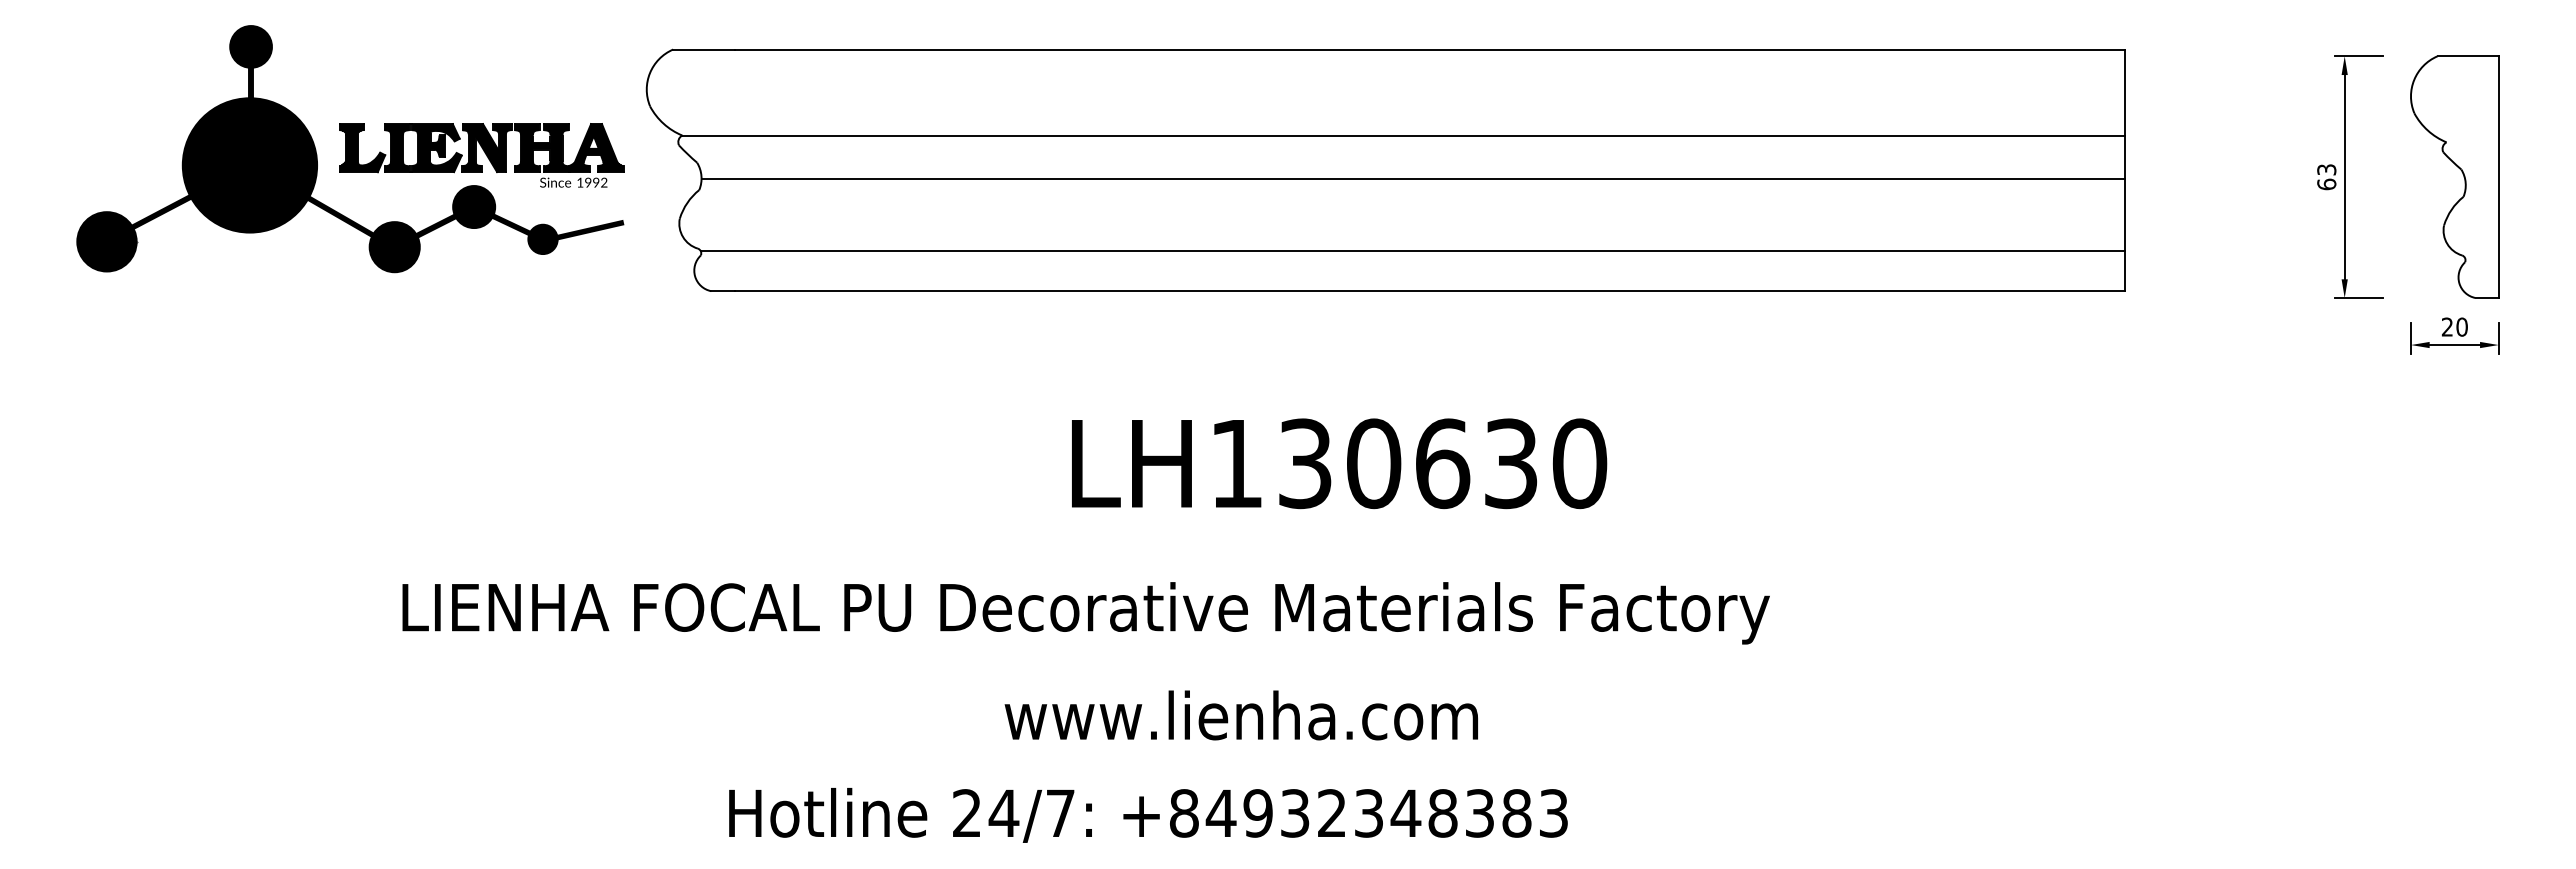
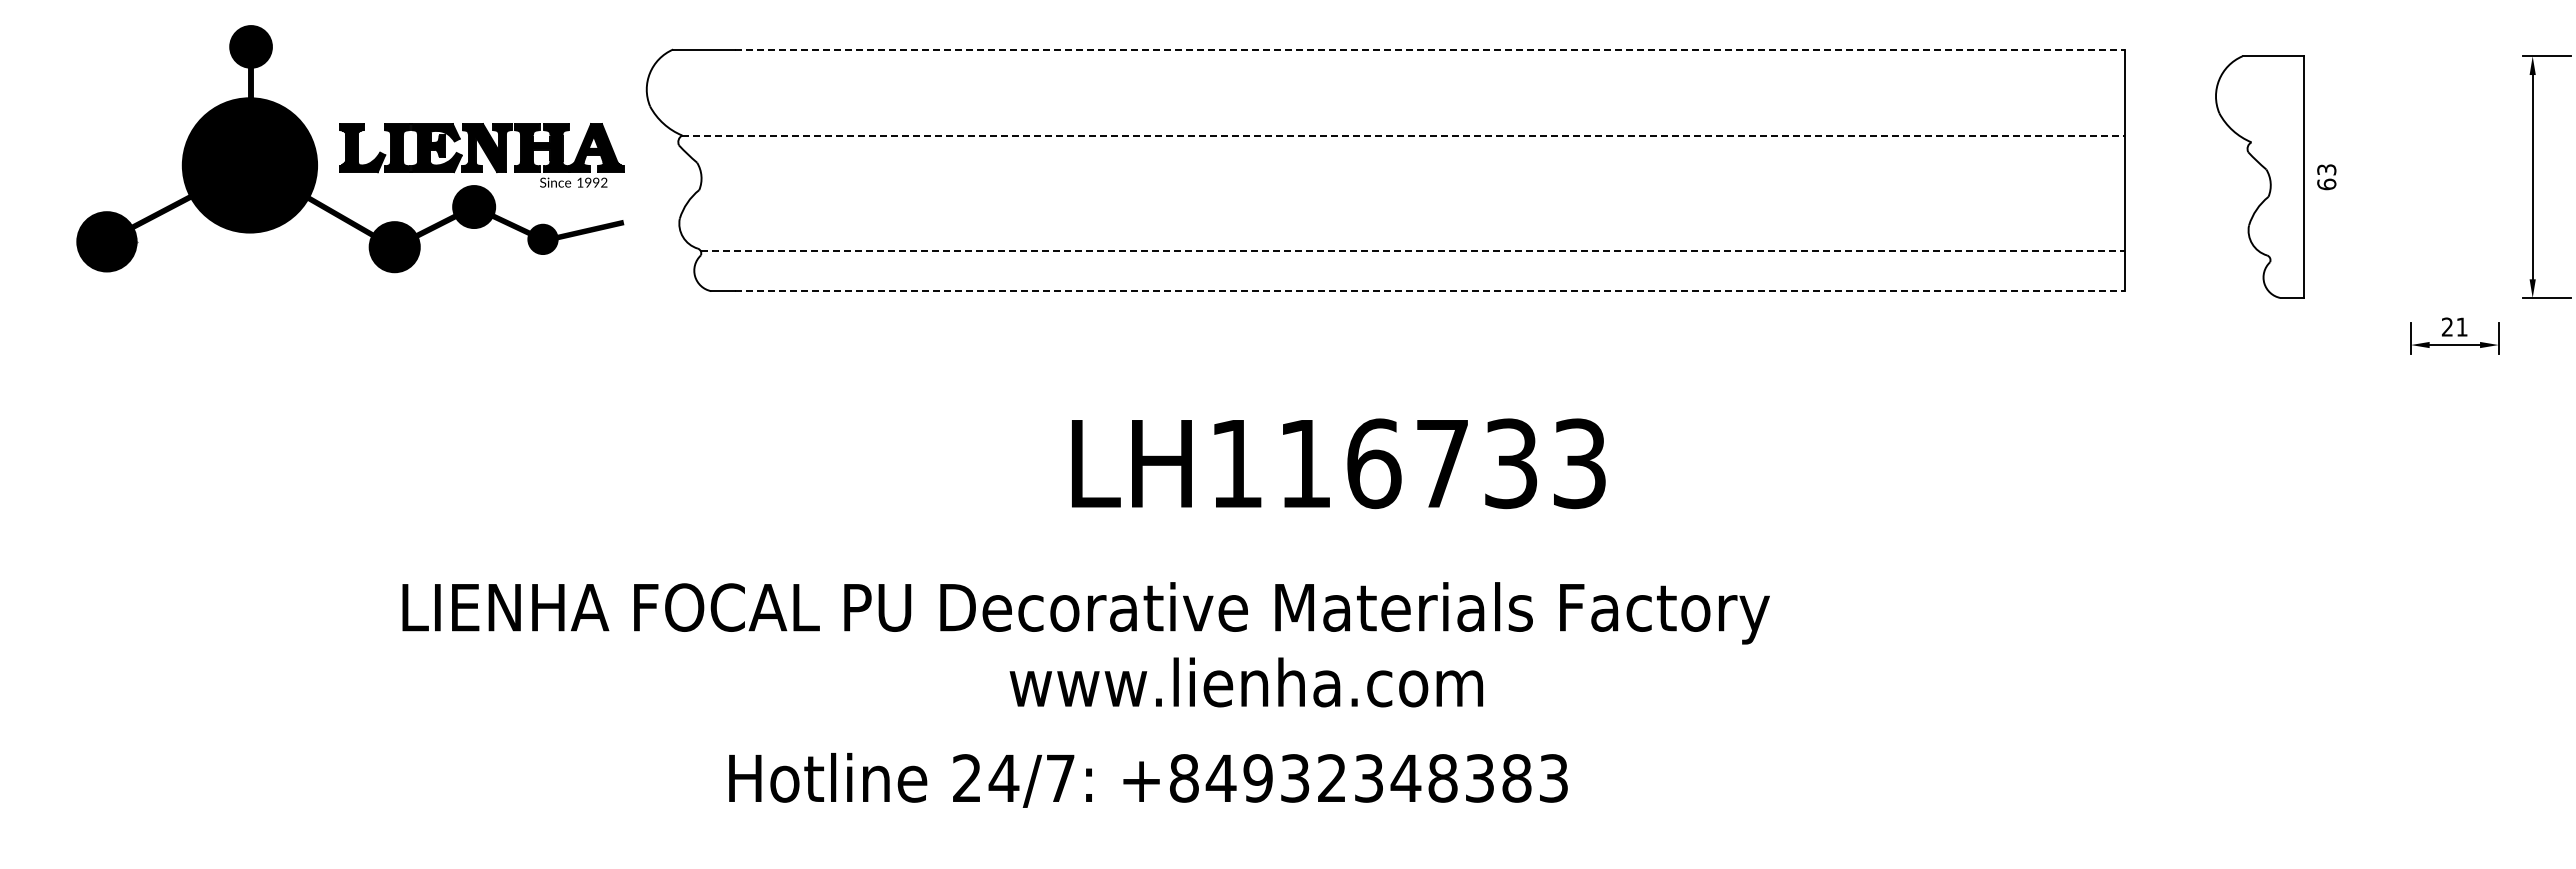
line at (1430, 49): solid -> dashed
line at (1403, 135): solid -> dashed
part at (2461, 172) position: (2461, 172) -> (2266, 172)
part at (2345, 176) position: (2345, 176) -> (2533, 176)
line at (1413, 178): present -> none
line at (1413, 251): solid -> dashed
line at (1430, 291): solid -> dashed
text at (2461, 326): 20 -> 21
text at (1443, 463): LH130630 -> LH116733
text at (1240, 715) position: (1240, 715) -> (1245, 682)
text at (1148, 815) position: (1148, 815) -> (1148, 780)
